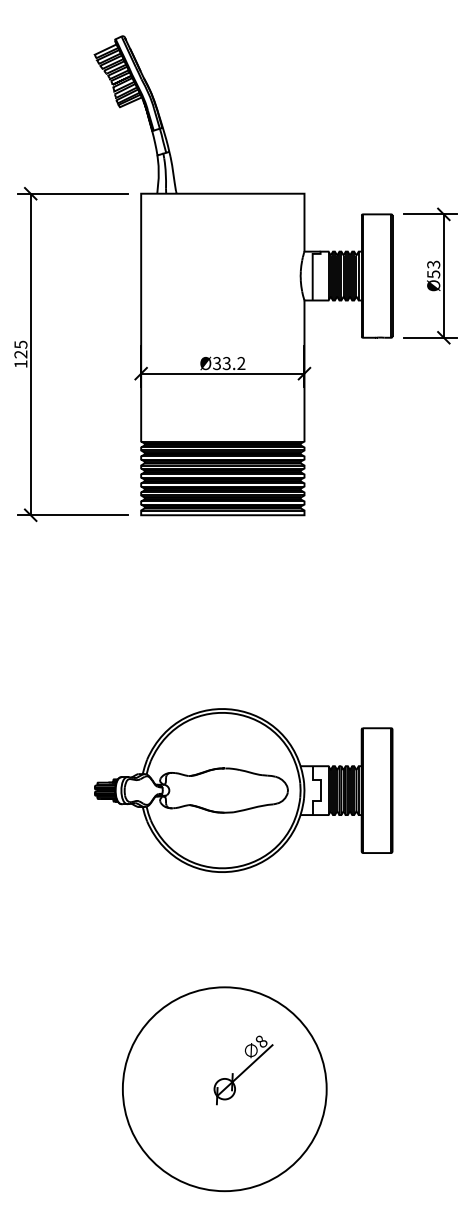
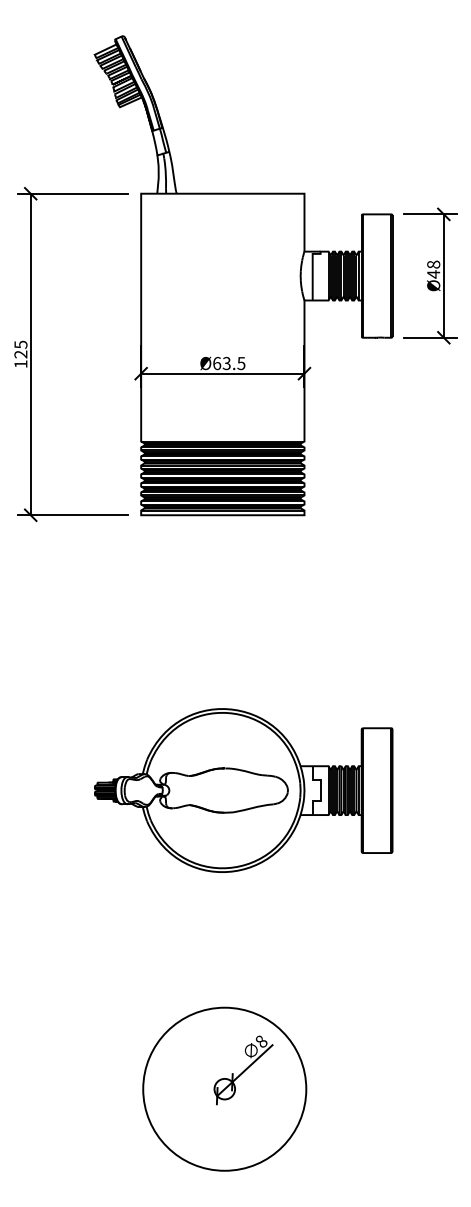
text at (433, 269): Ø53 -> Ø48
text at (229, 363): Ø33.2 -> Ø63.5
circle at (224, 1089) diameter: 204 px -> 163 px
